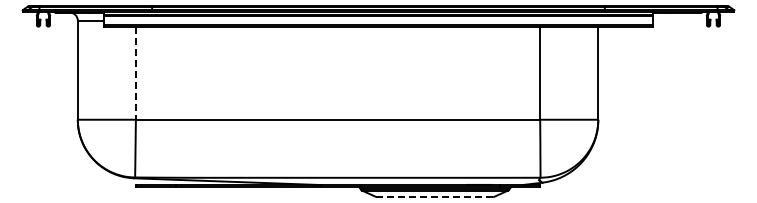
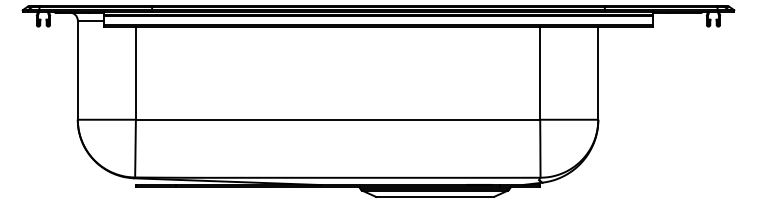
line at (135, 73): dashed -> solid
line at (435, 196): dashed -> solid
